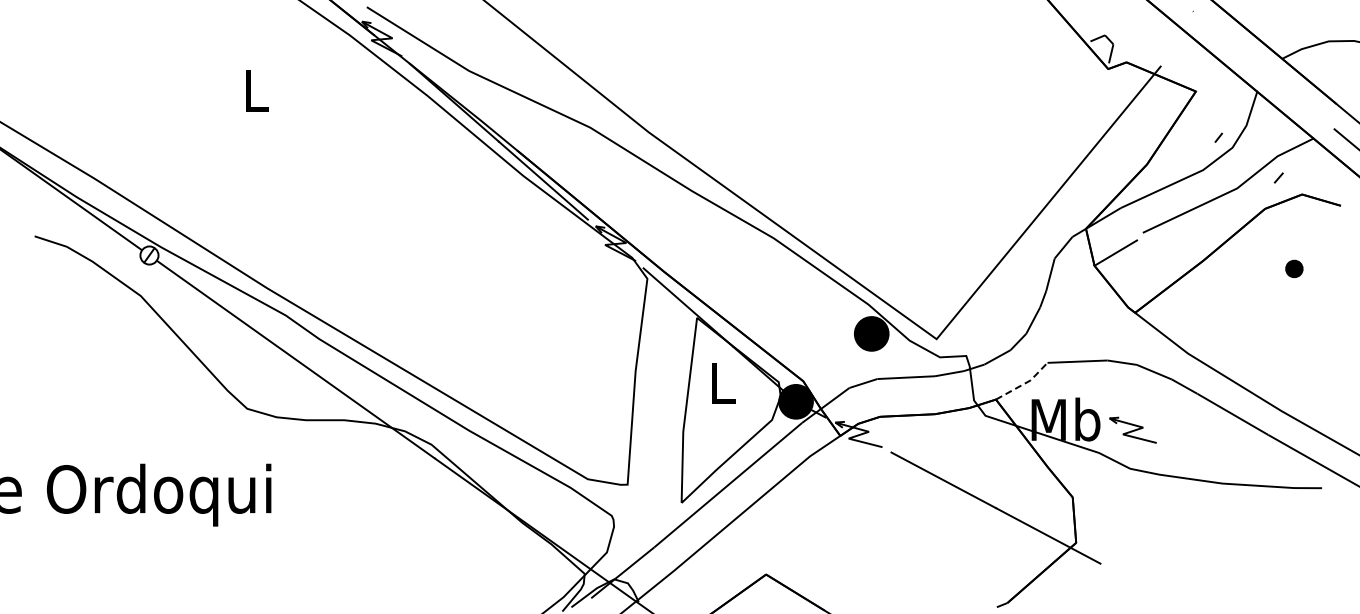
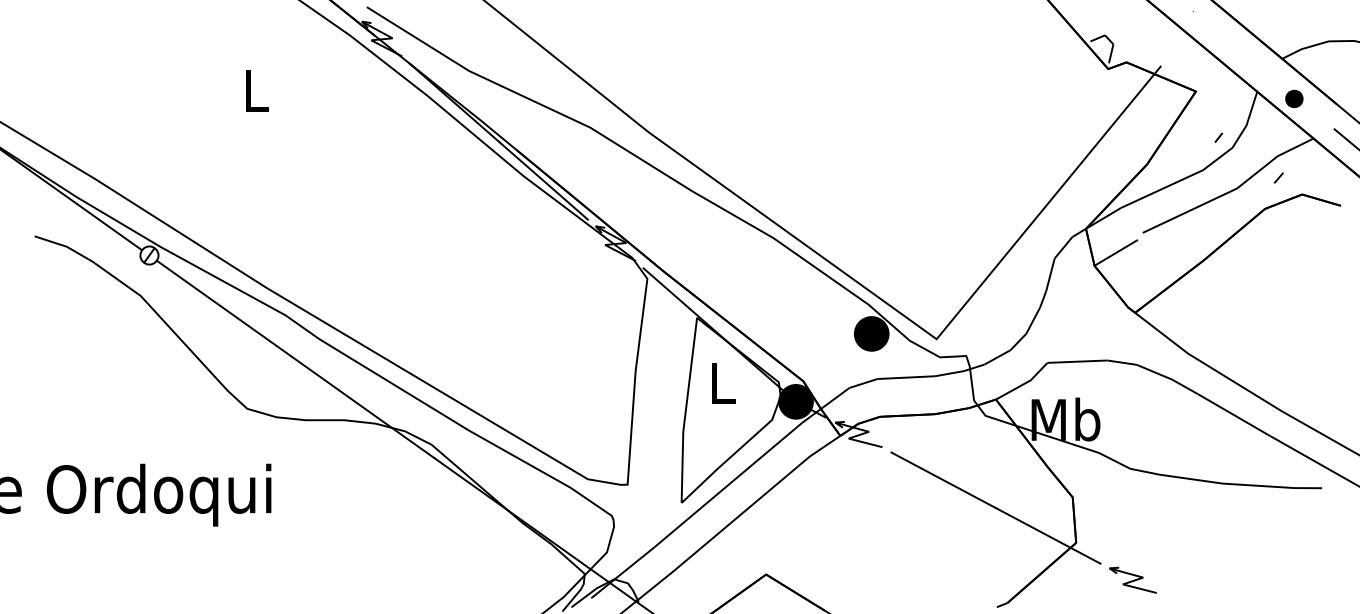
part at (1294, 268) position: (1294, 268) -> (1294, 98)
line at (1024, 383): dashed -> solid
part at (1132, 429) position: (1132, 429) -> (1132, 579)
